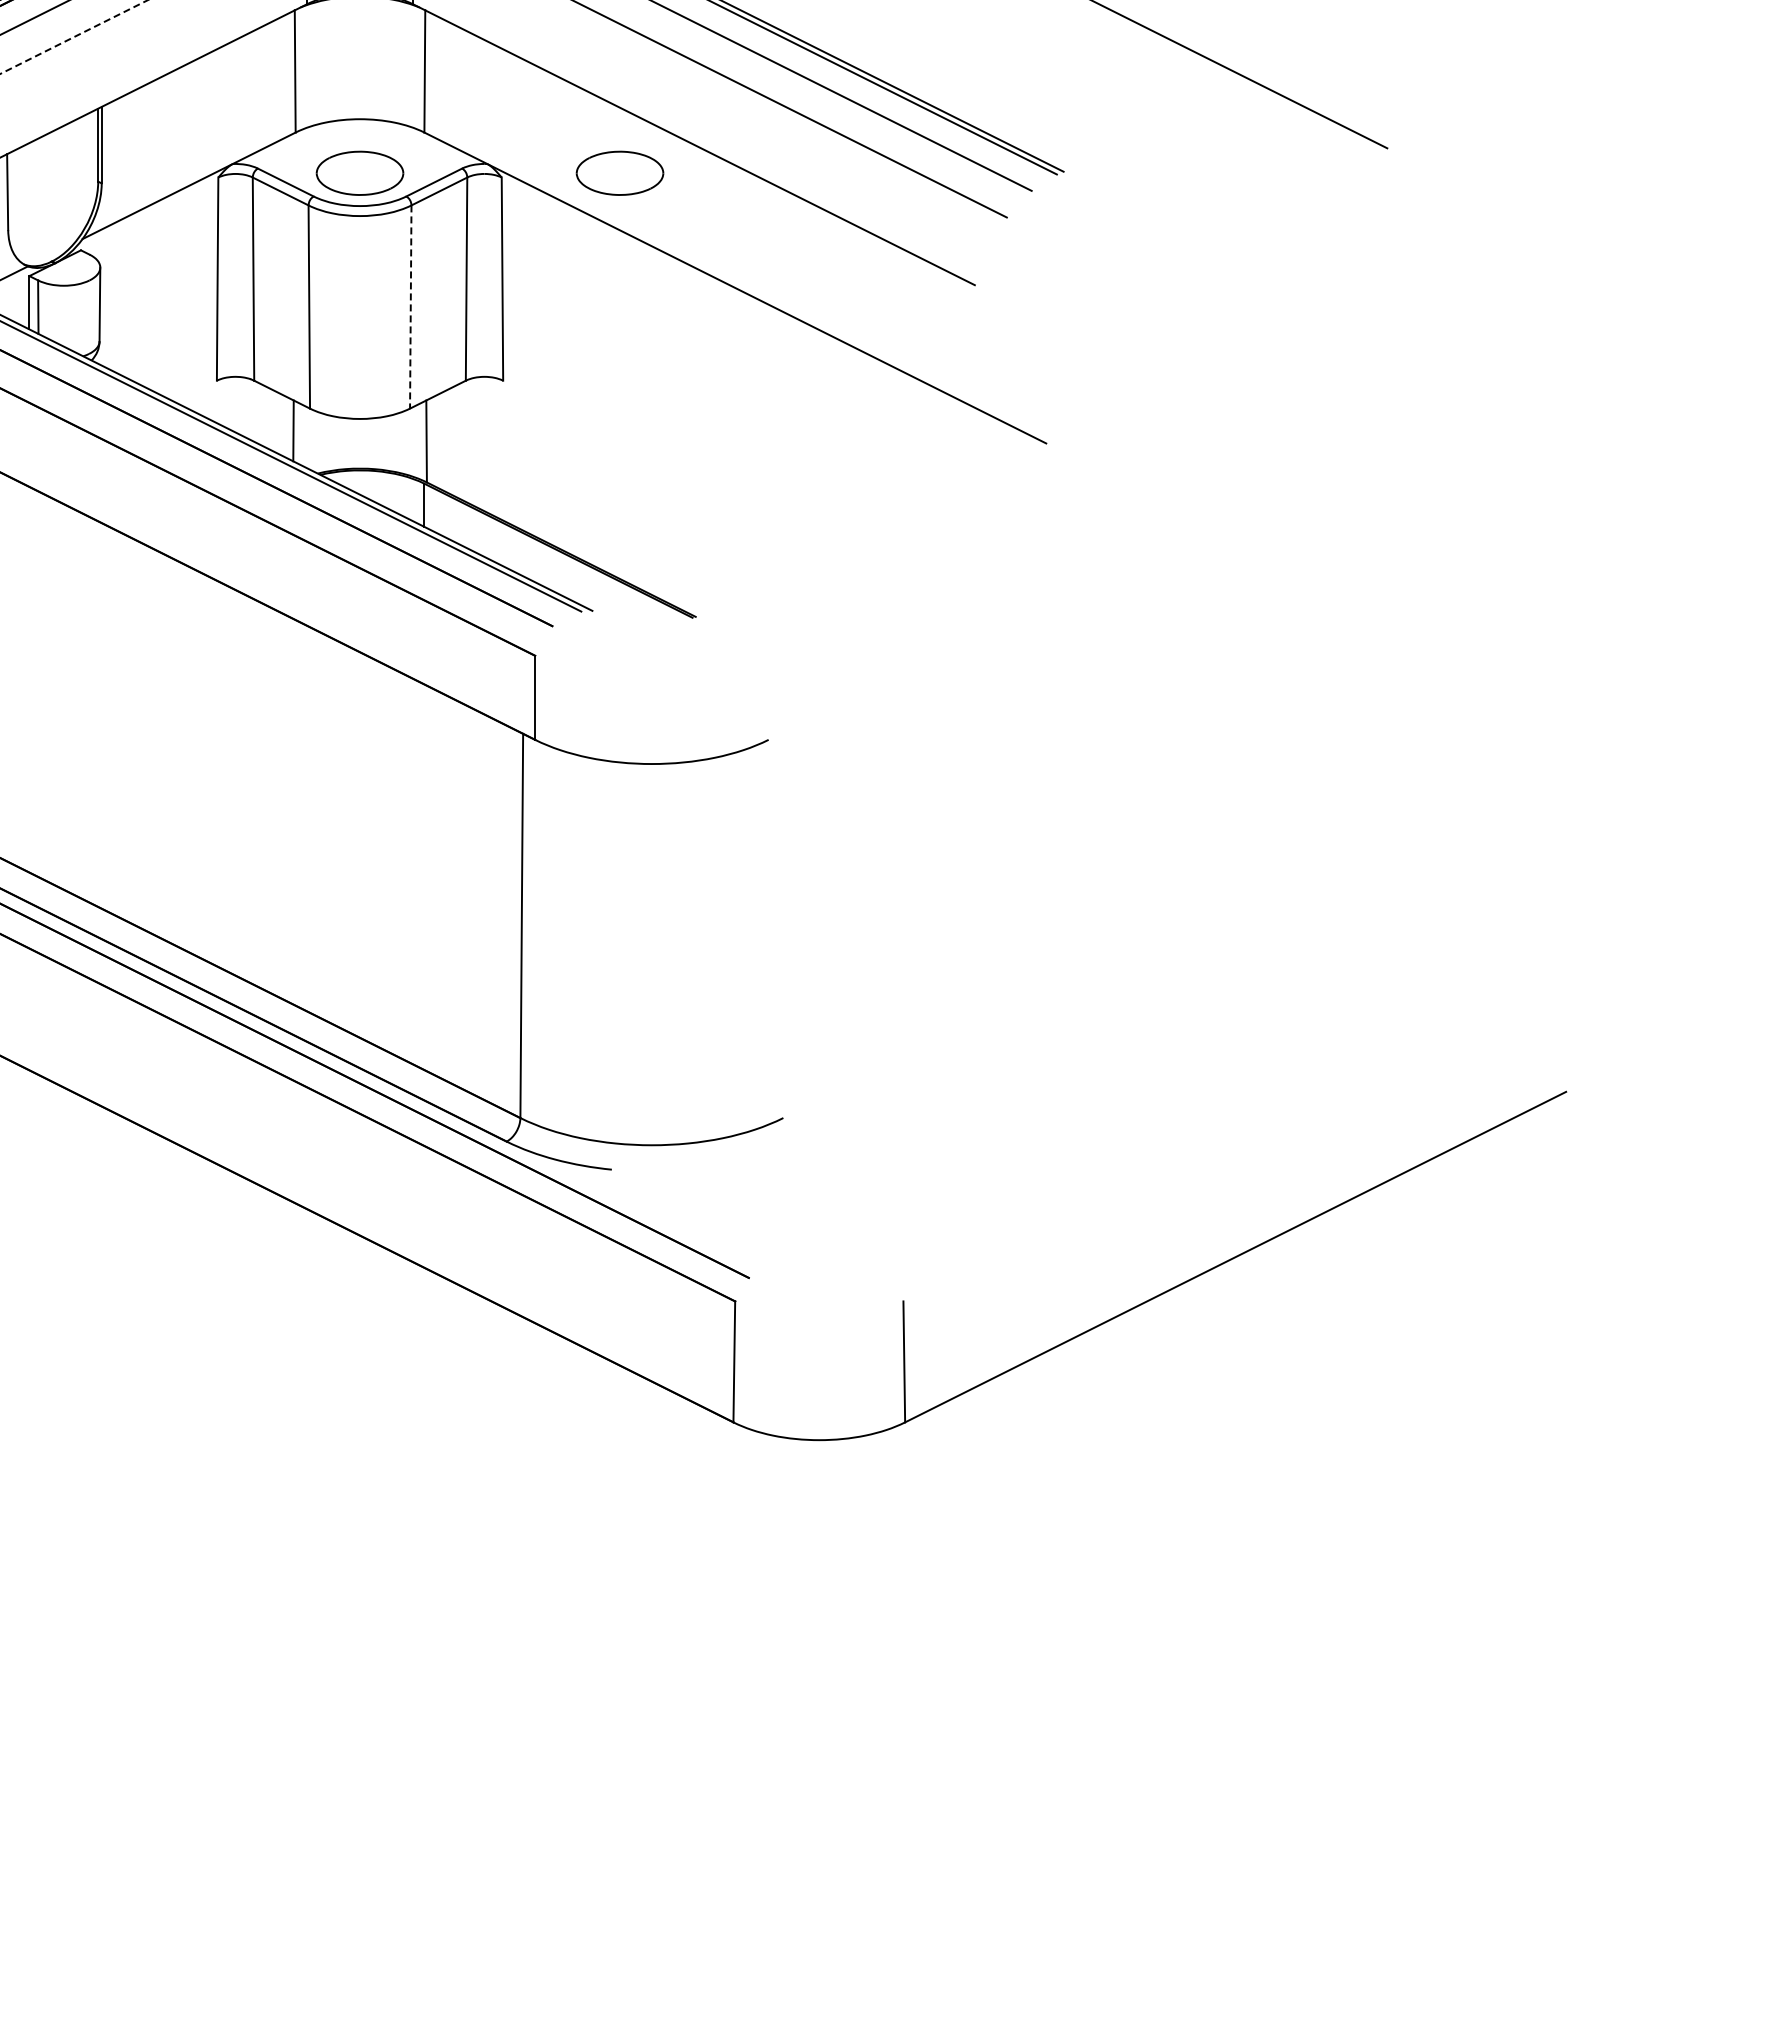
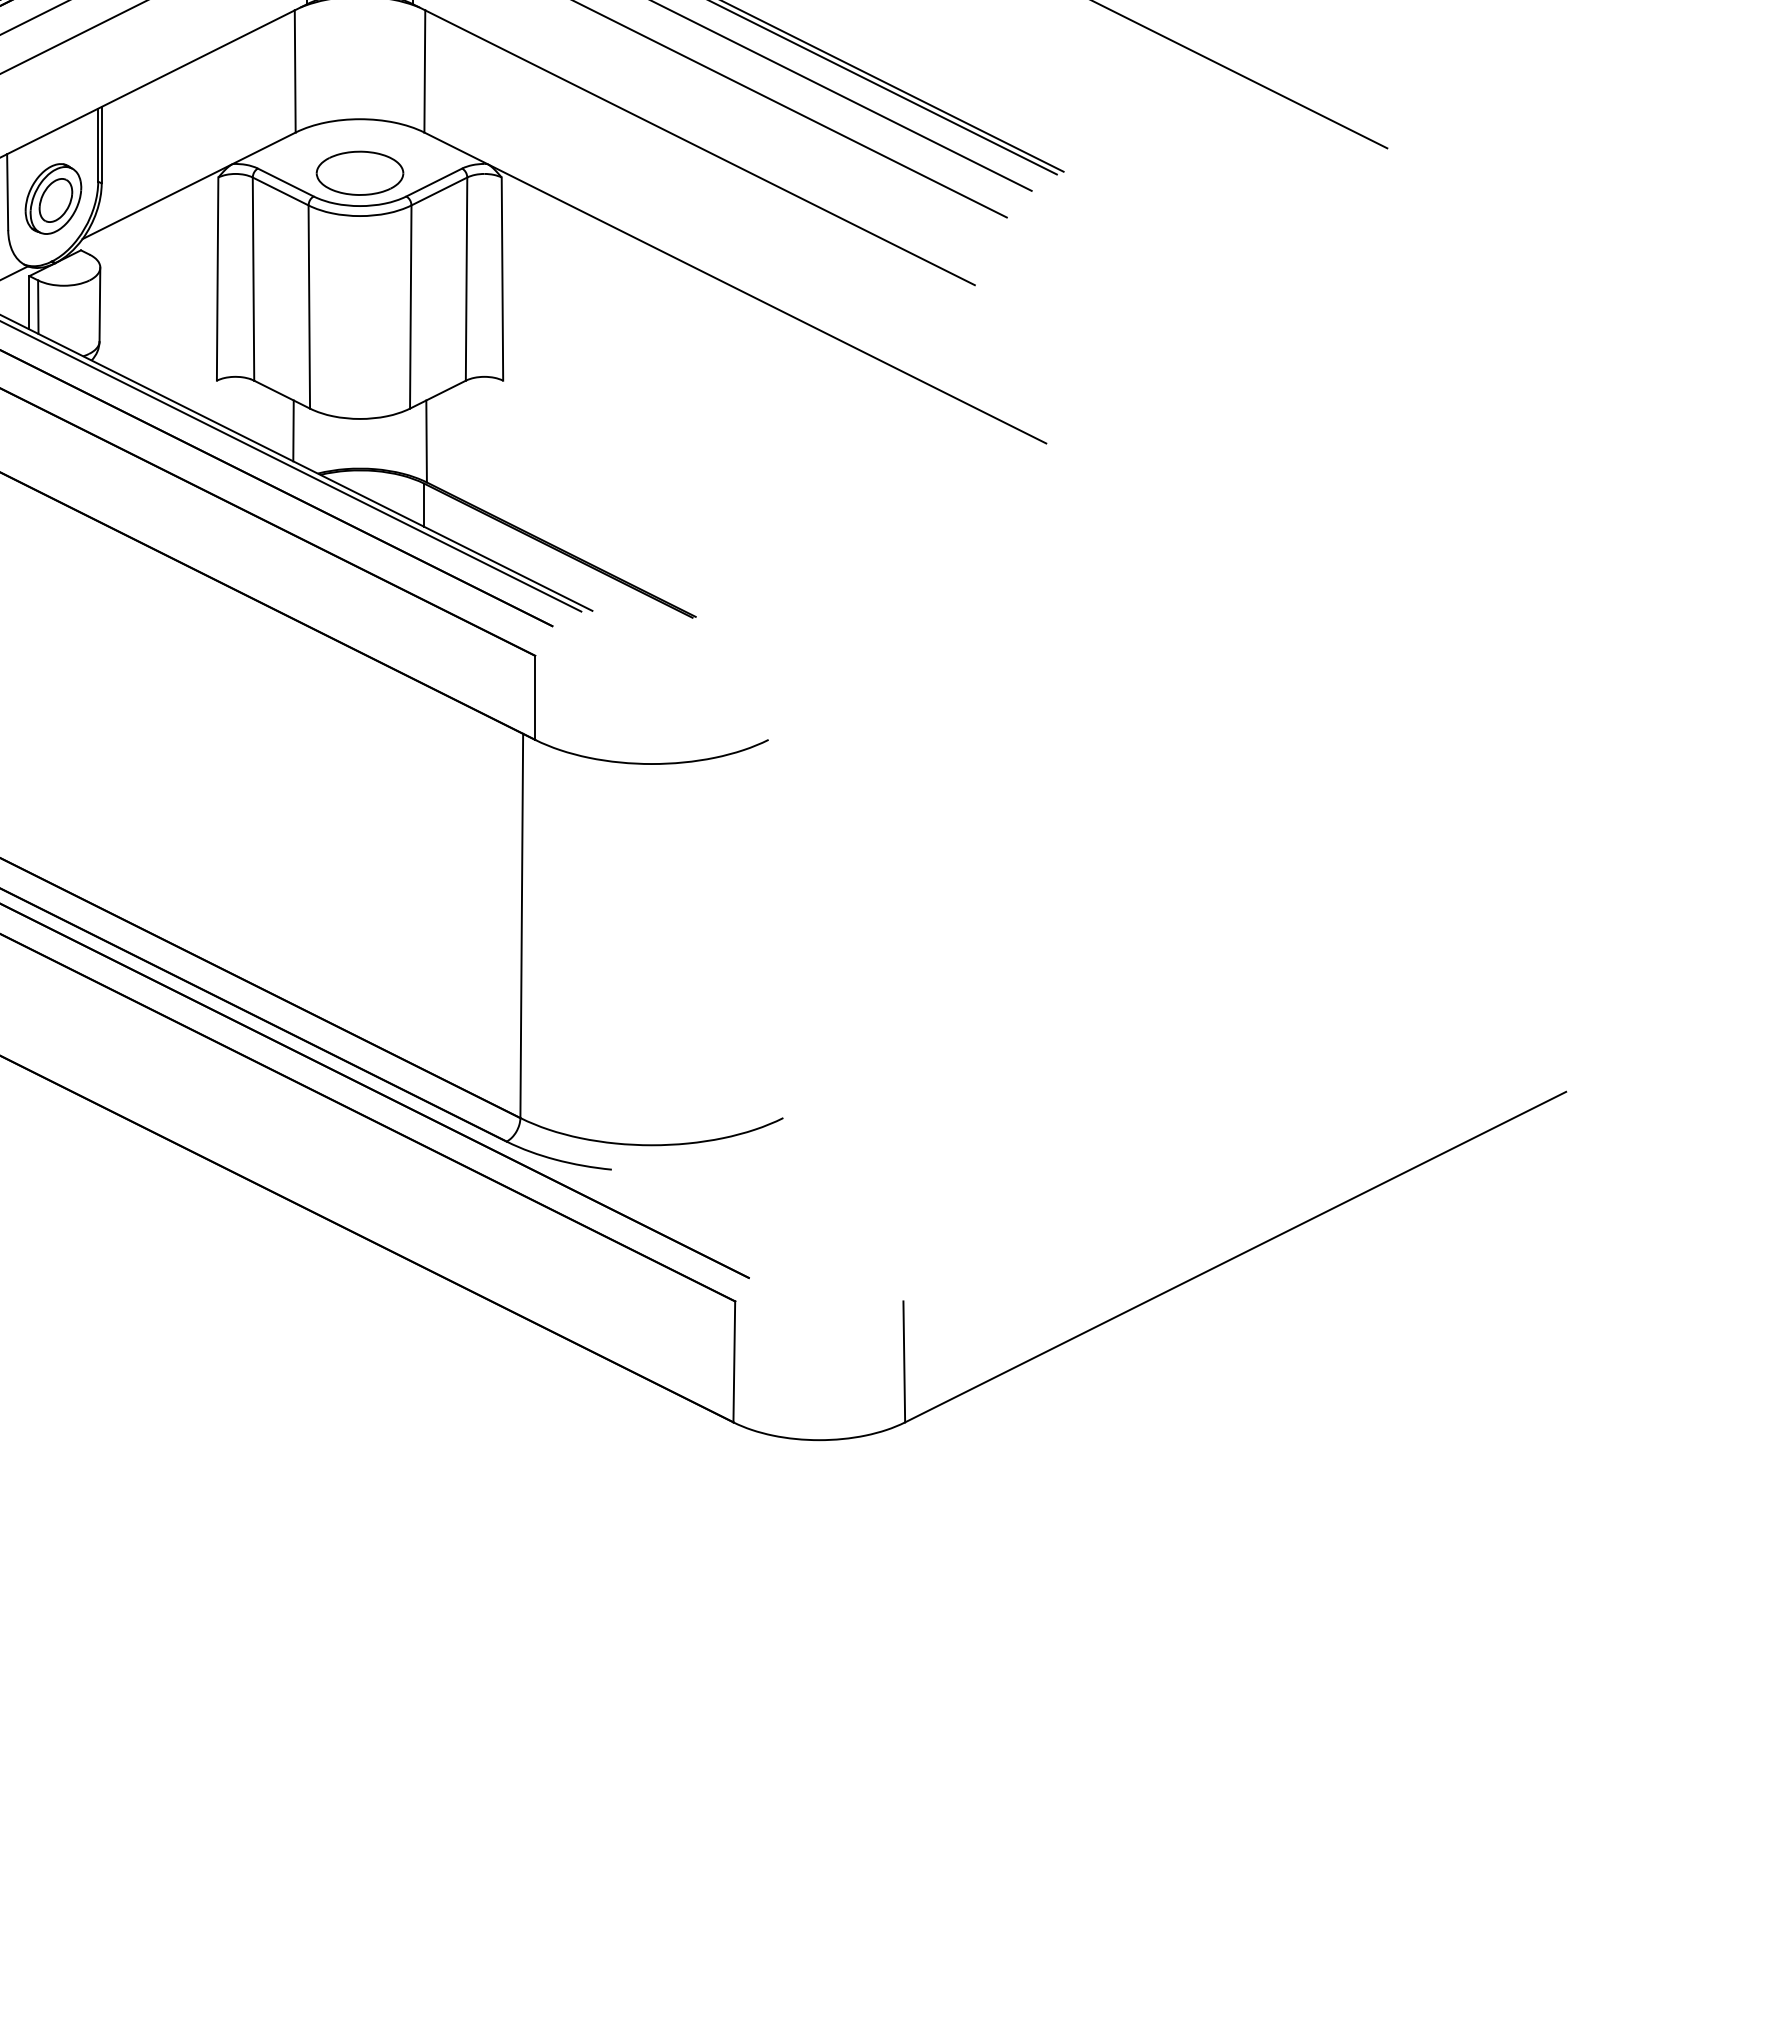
line at (73, 37): dashed -> solid
part at (619, 172): present -> none
part at (53, 198): none -> present
line at (410, 307): dashed -> solid
